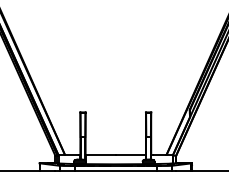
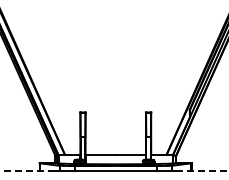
line at (28, 170): solid -> dashed
line at (202, 170): solid -> dashed
